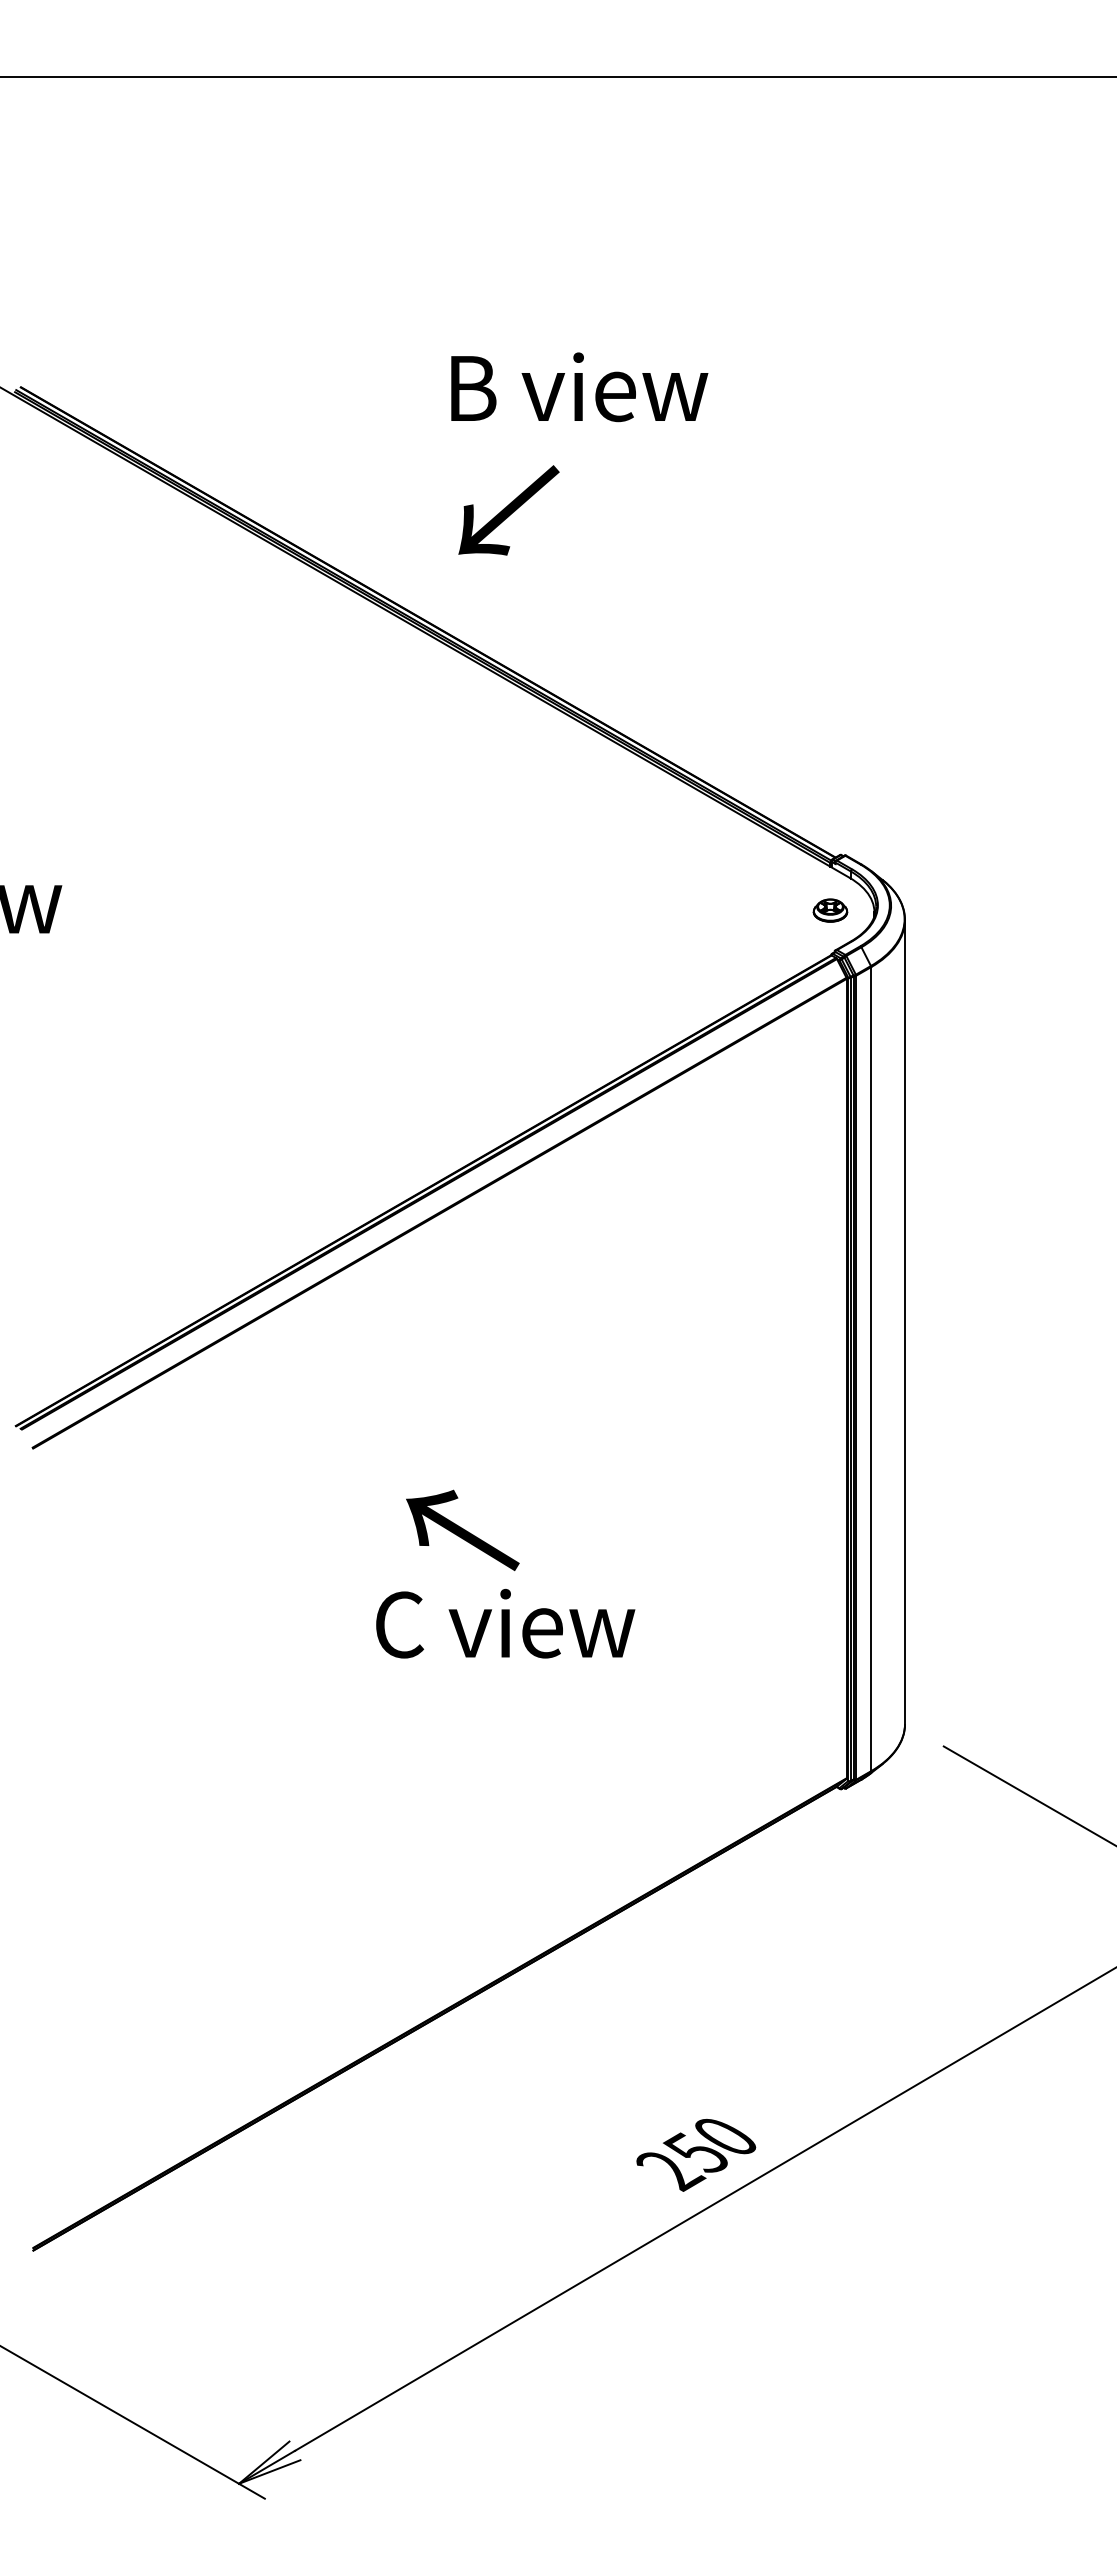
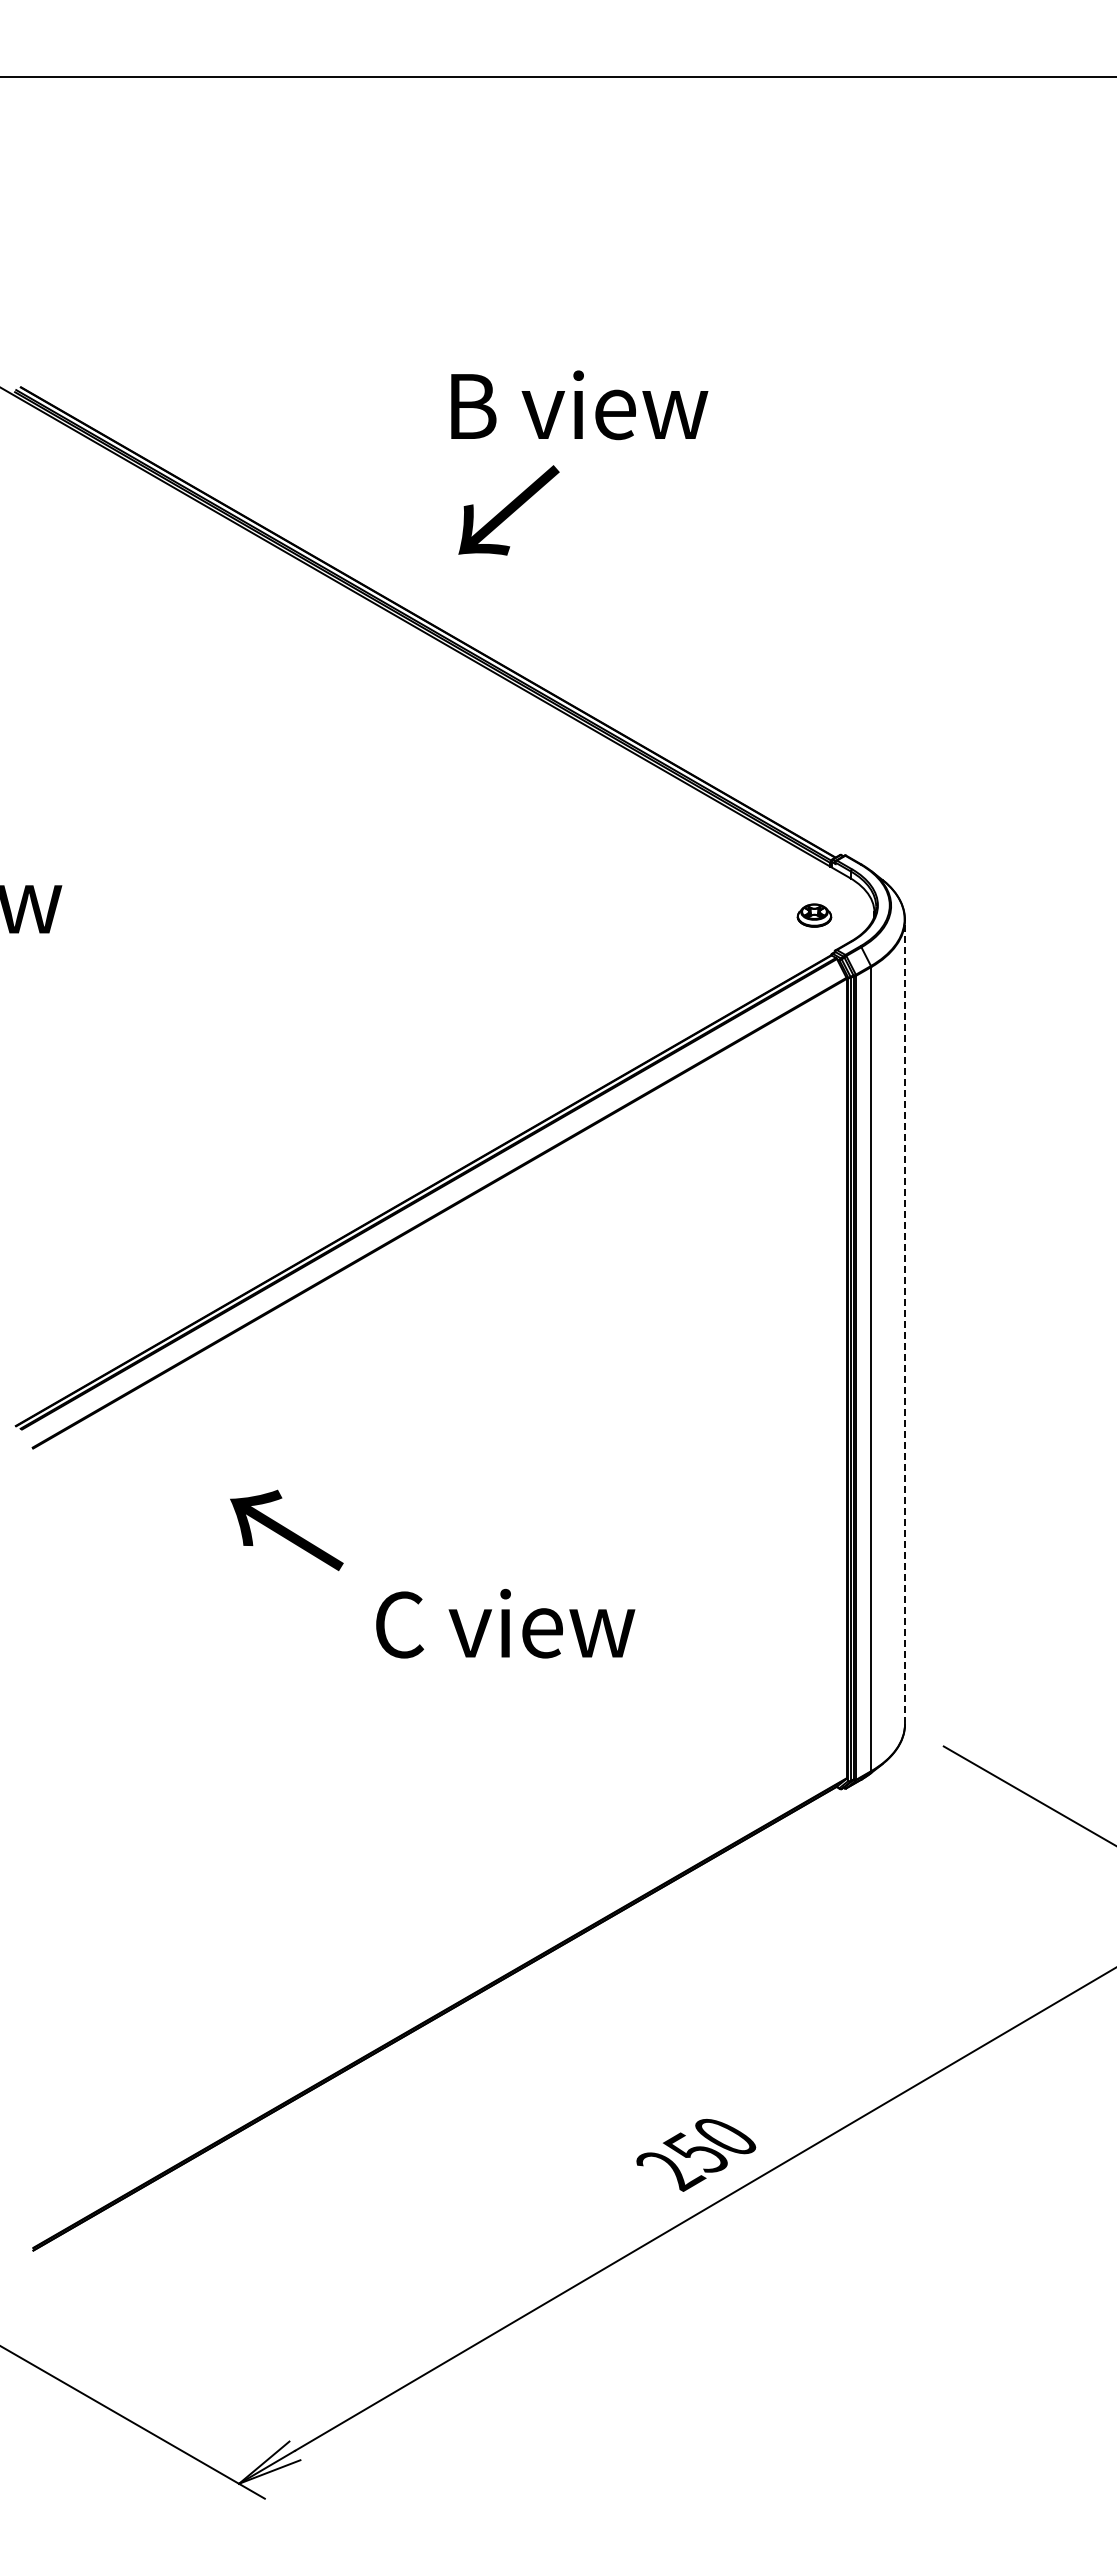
text at (579, 387) position: (579, 387) -> (579, 405)
part at (830, 910) position: (830, 910) -> (814, 915)
line at (905, 1321): solid -> dashed
text at (462, 1530) position: (462, 1530) -> (286, 1530)
